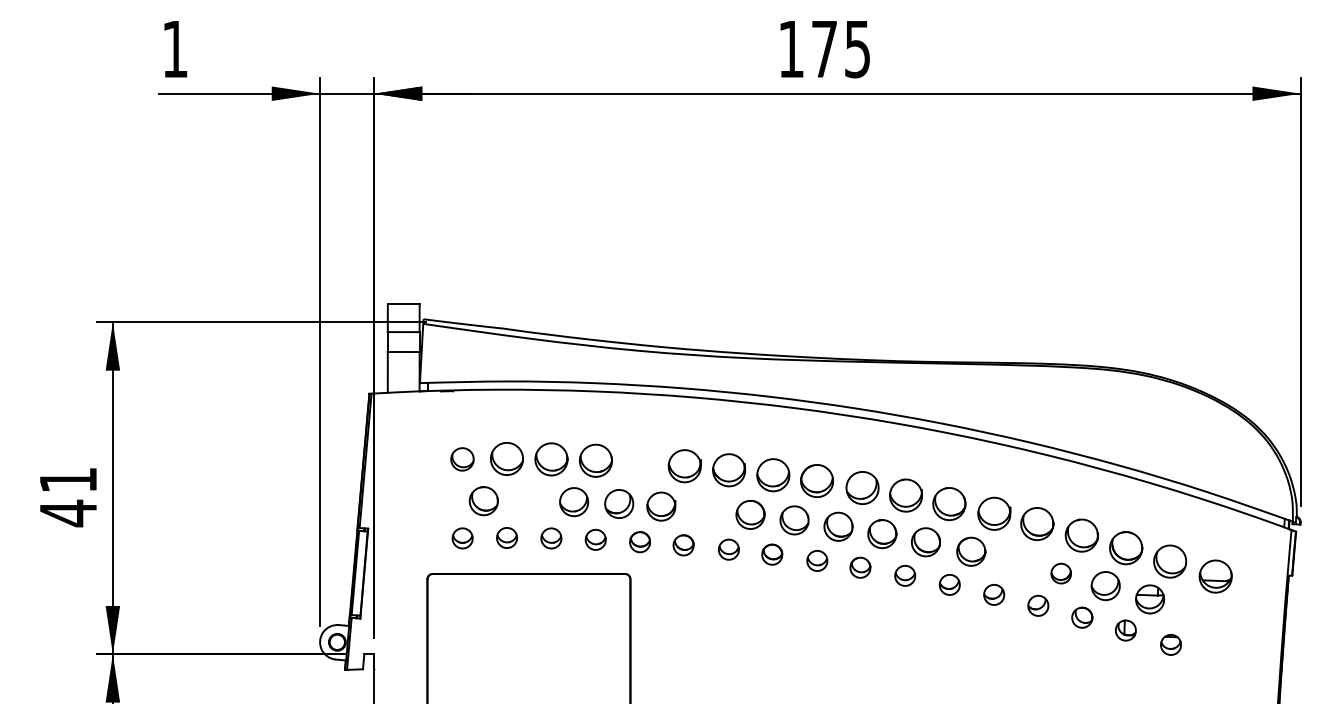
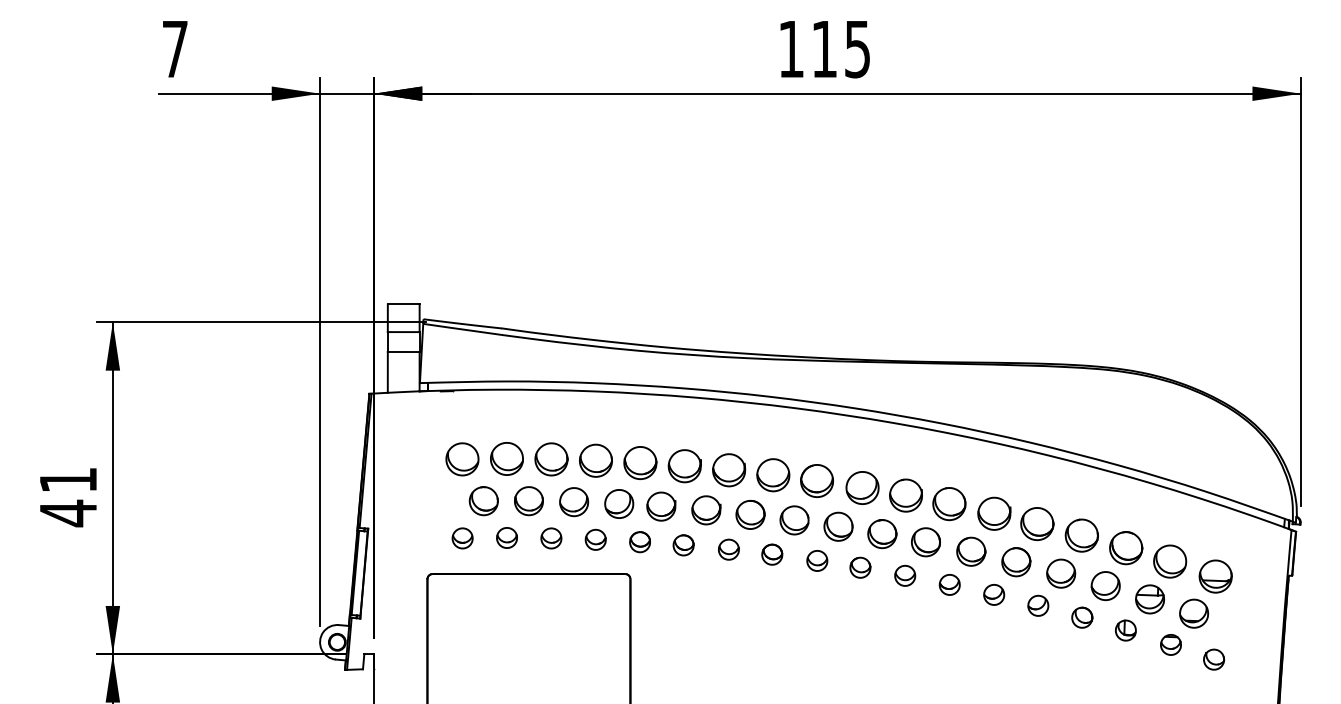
text at (175, 49): 1 -> 7
text at (824, 49): 175 -> 115
part at (462, 459) size: 25x25 px -> 35x35 px
part at (640, 462): none -> present
part at (528, 501): none -> present
part at (706, 510): none -> present
part at (1016, 562): none -> present
part at (1060, 573) size: 22x23 px -> 31x31 px
part at (1194, 613): none -> present
part at (1214, 659): none -> present
